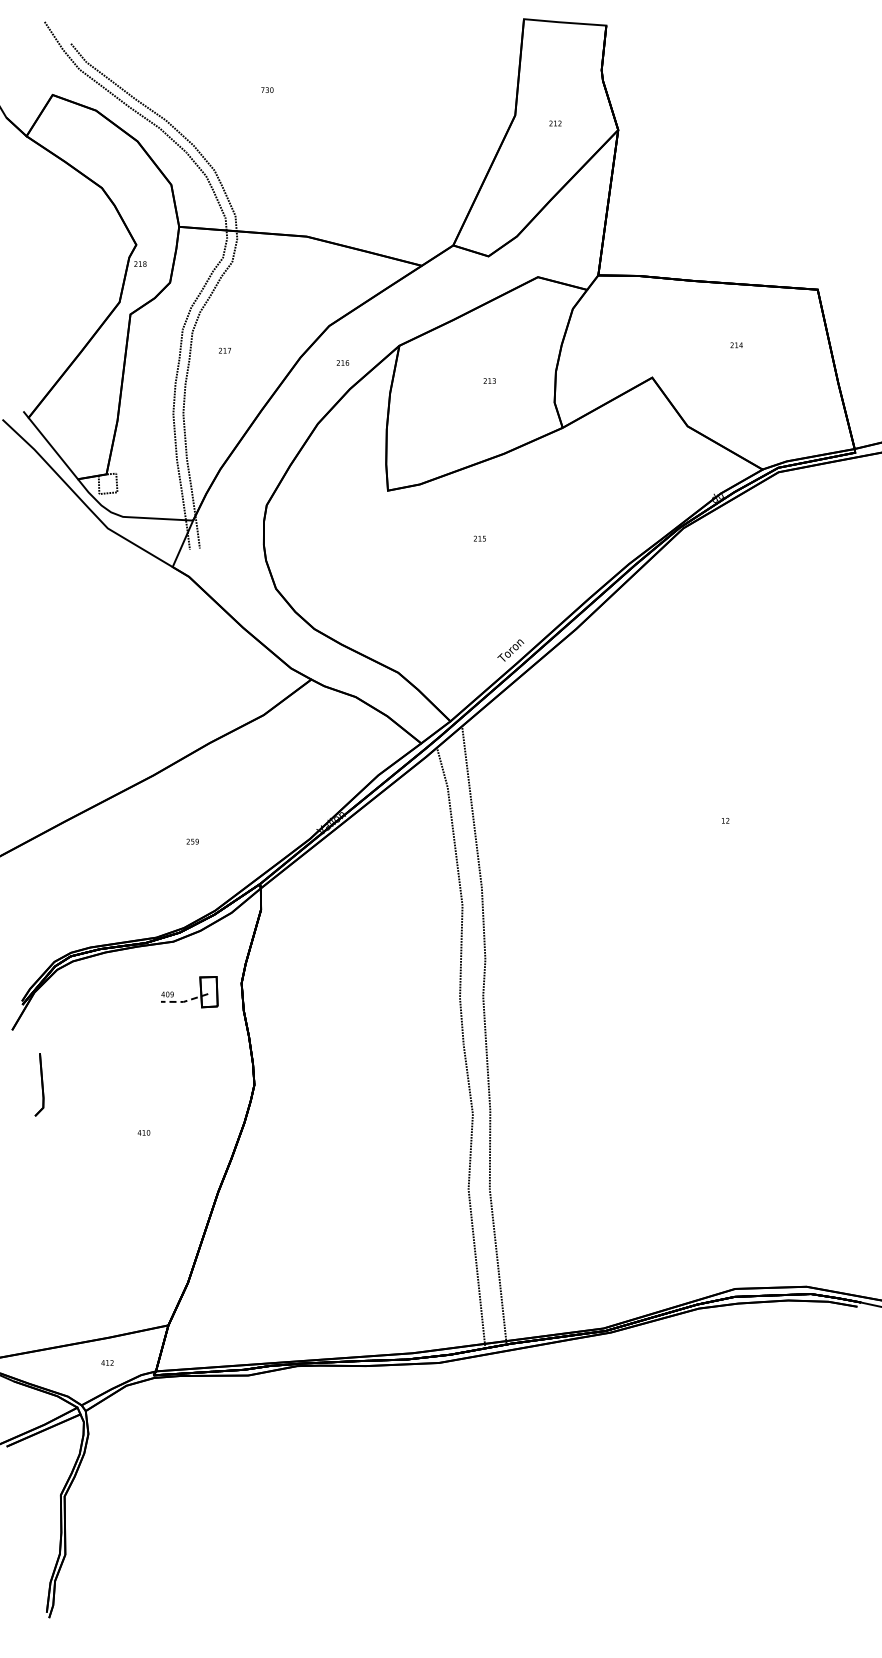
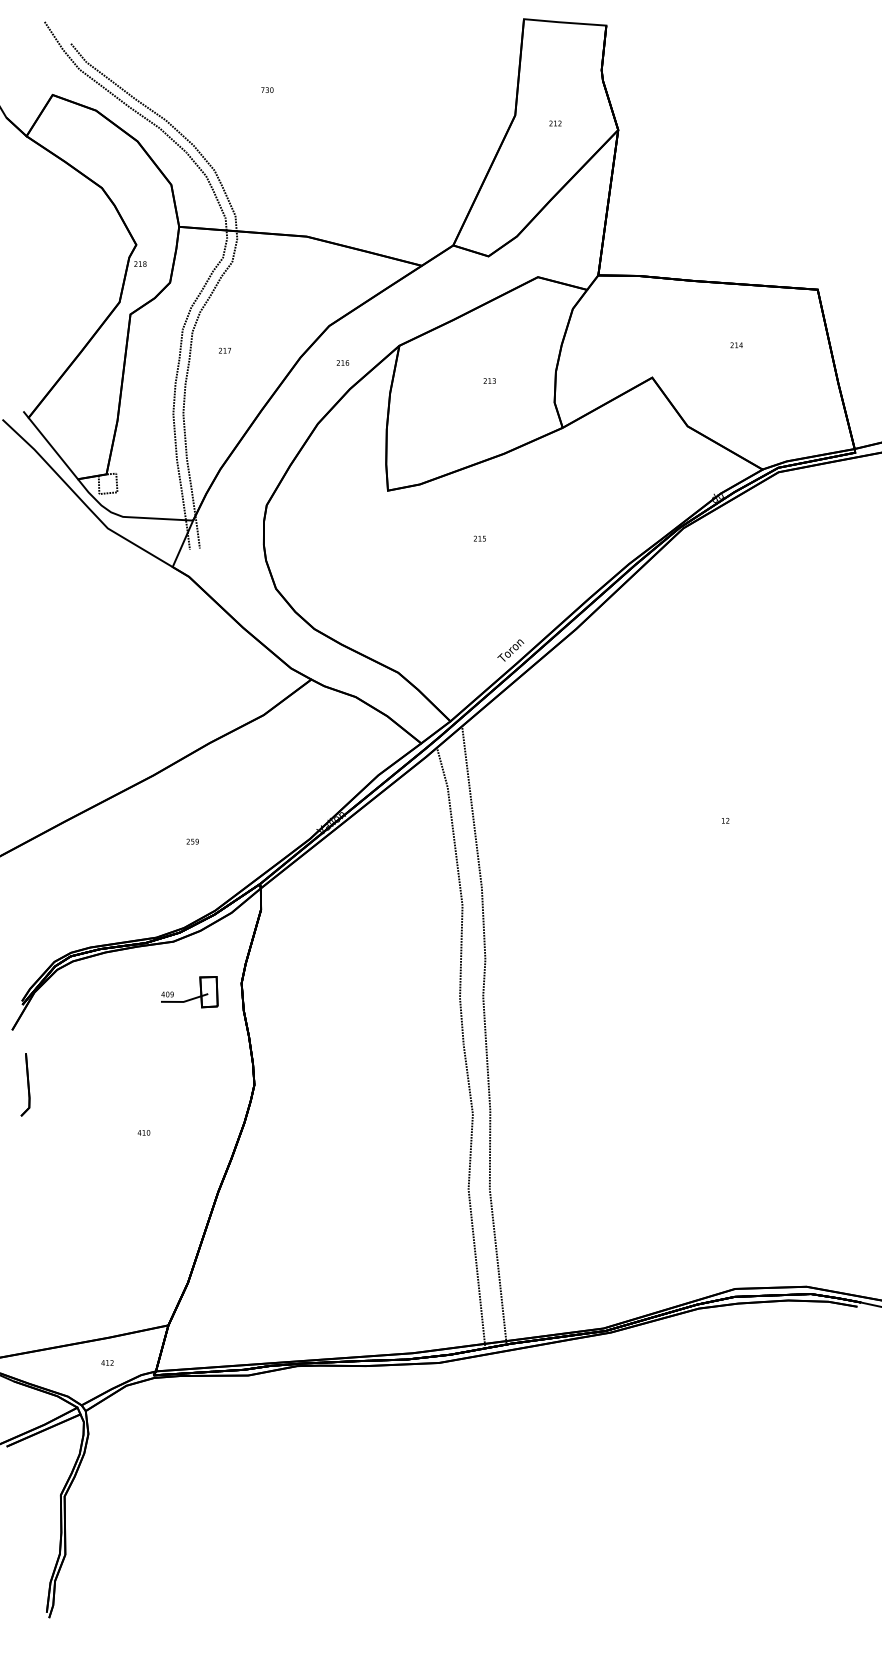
line at (184, 1001): dashed -> solid
part at (39, 1084) position: (39, 1084) -> (25, 1084)
